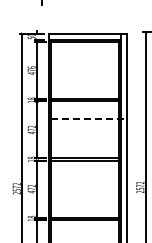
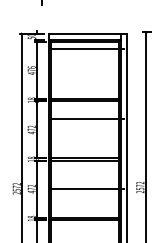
line at (87, 48): none -> present
line at (86, 118): dashed -> solid
line at (87, 188): none -> present
